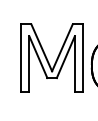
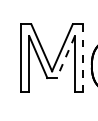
line at (65, 57): solid -> dashed
line at (82, 58): solid -> dashed
